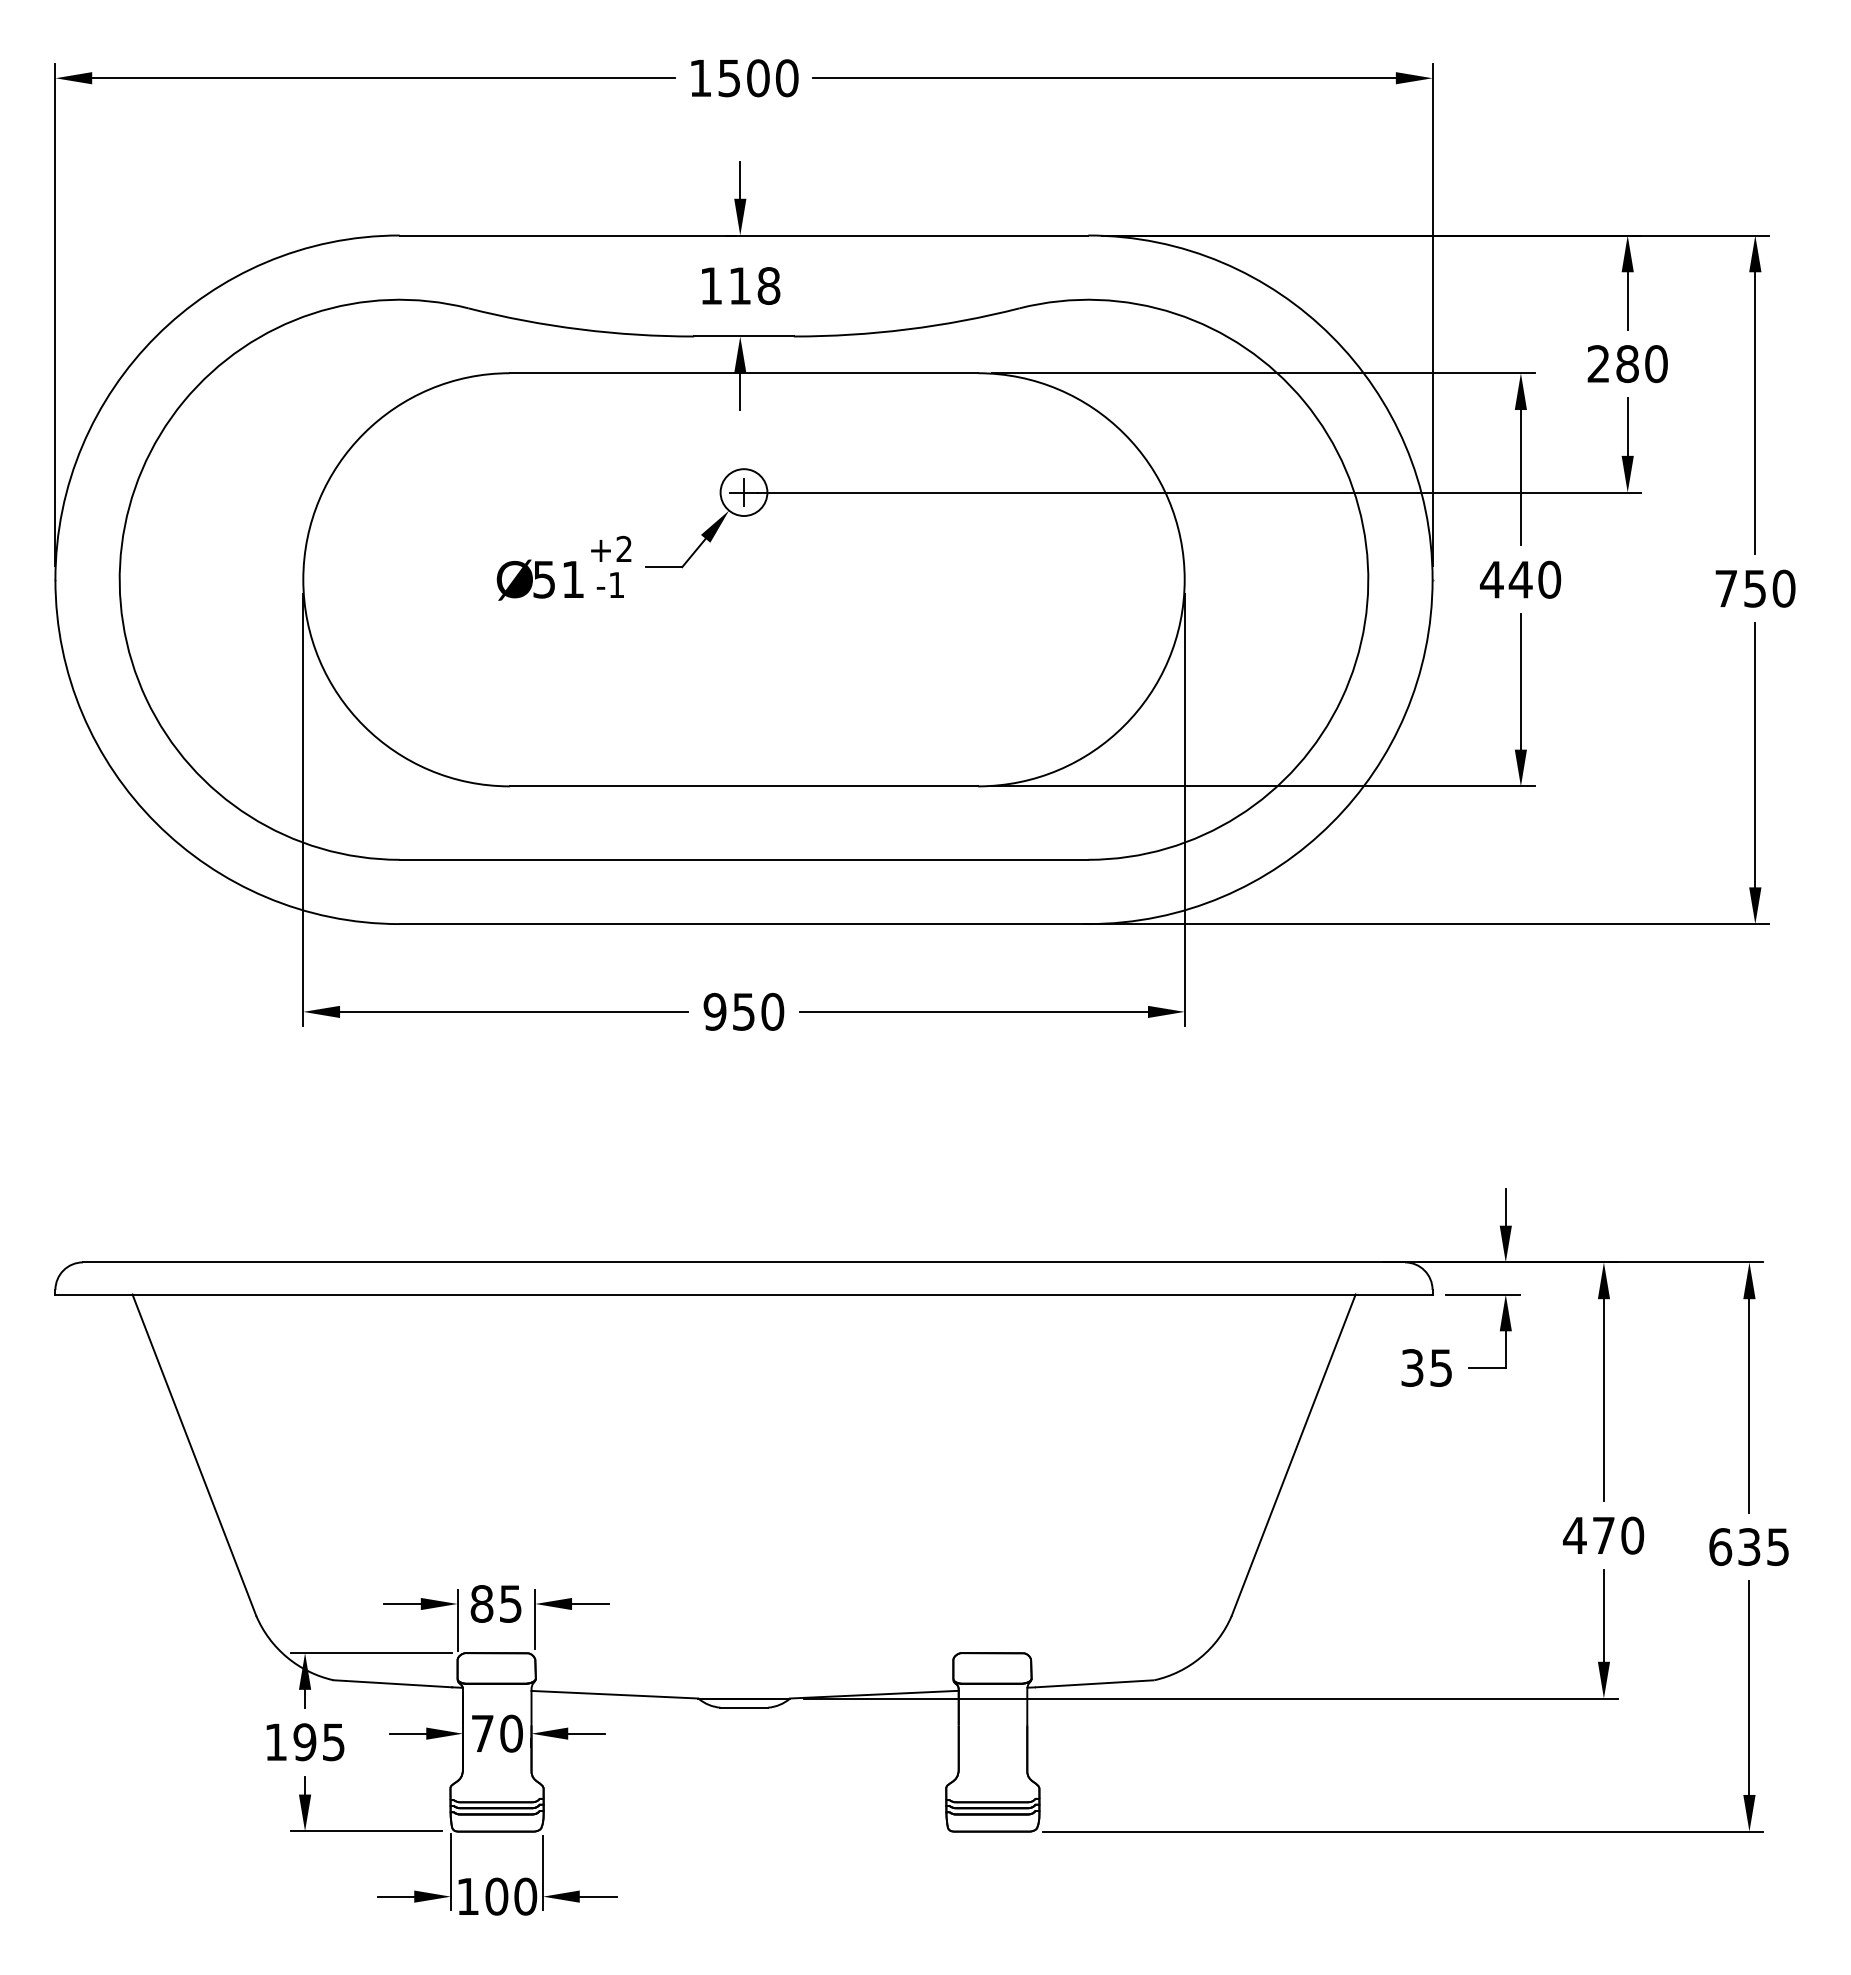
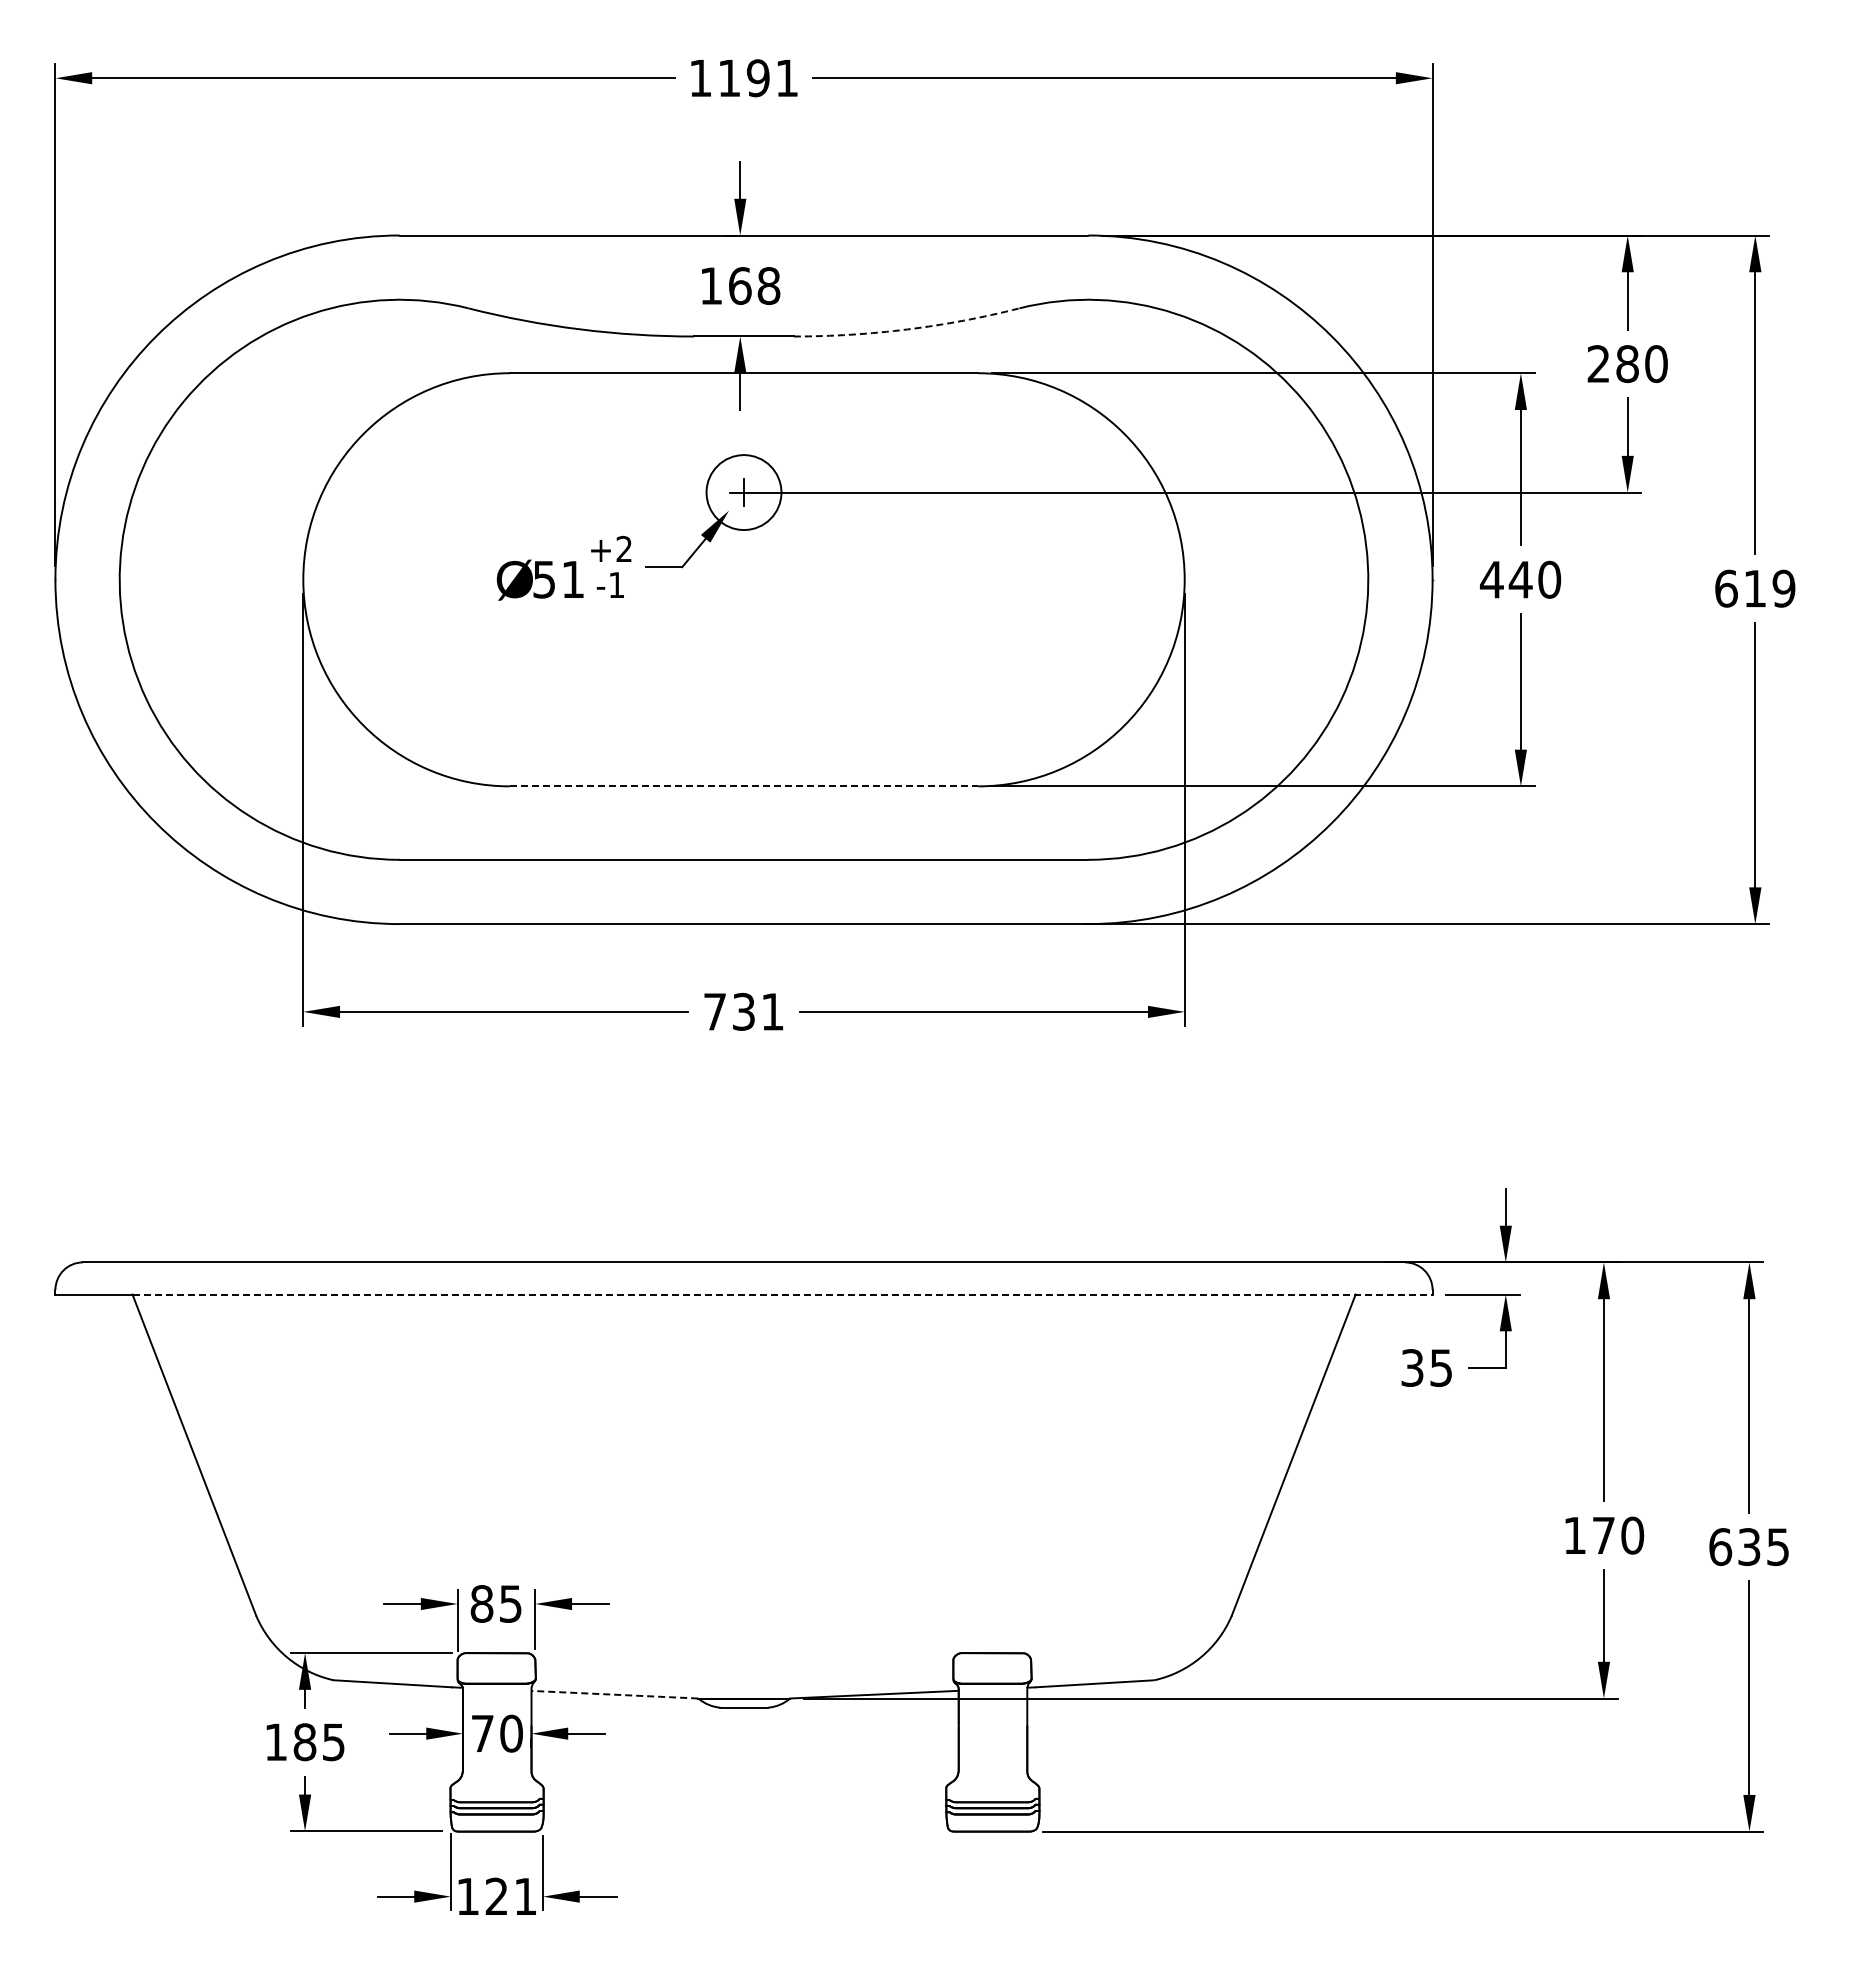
text at (758, 78): 1500 -> 1191
text at (740, 285): 118 -> 168
arc at (907, 329): solid -> dashed
circle at (743, 492) diameter: 47 px -> 75 px
text at (1755, 588): 750 -> 619
line at (744, 786): solid -> dashed
text at (743, 1011): 950 -> 731
line at (783, 1294): solid -> dashed
text at (1574, 1535): 470 -> 170
line at (614, 1694): solid -> dashed
text at (304, 1742): 195 -> 185
text at (511, 1896): 100 -> 121
